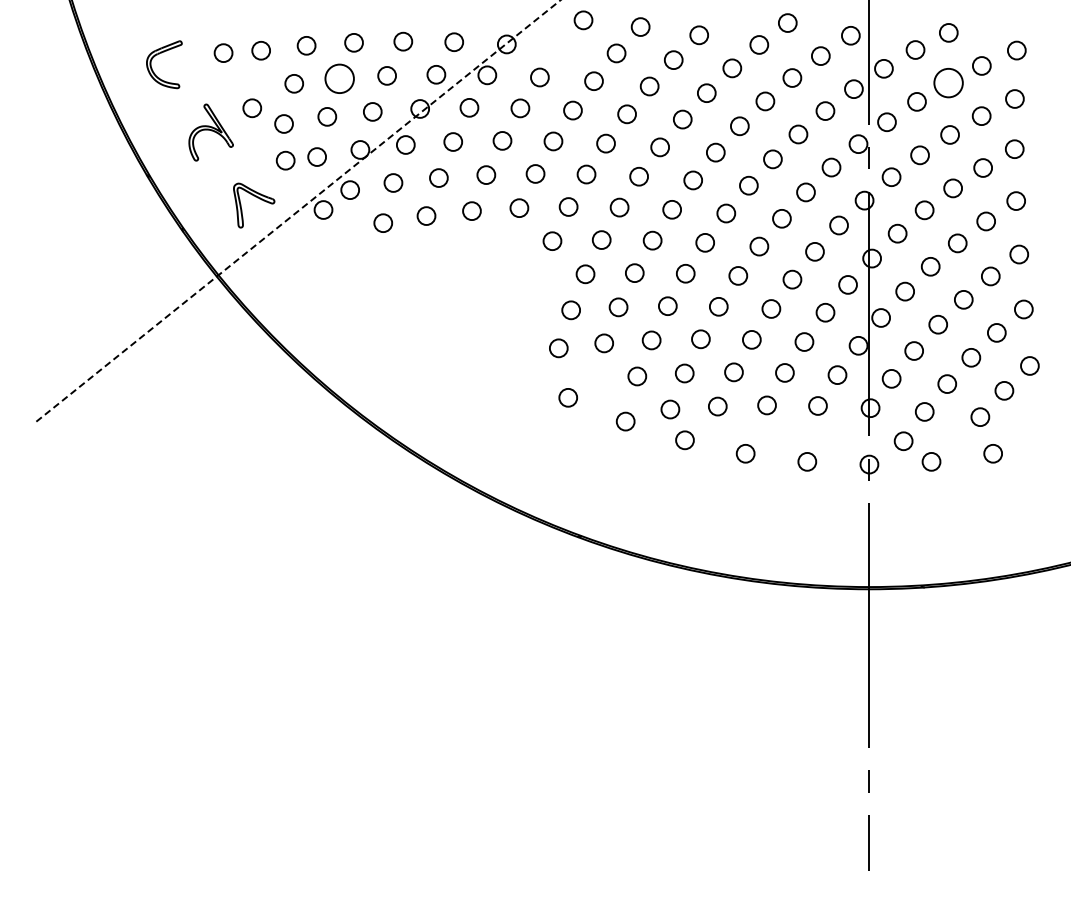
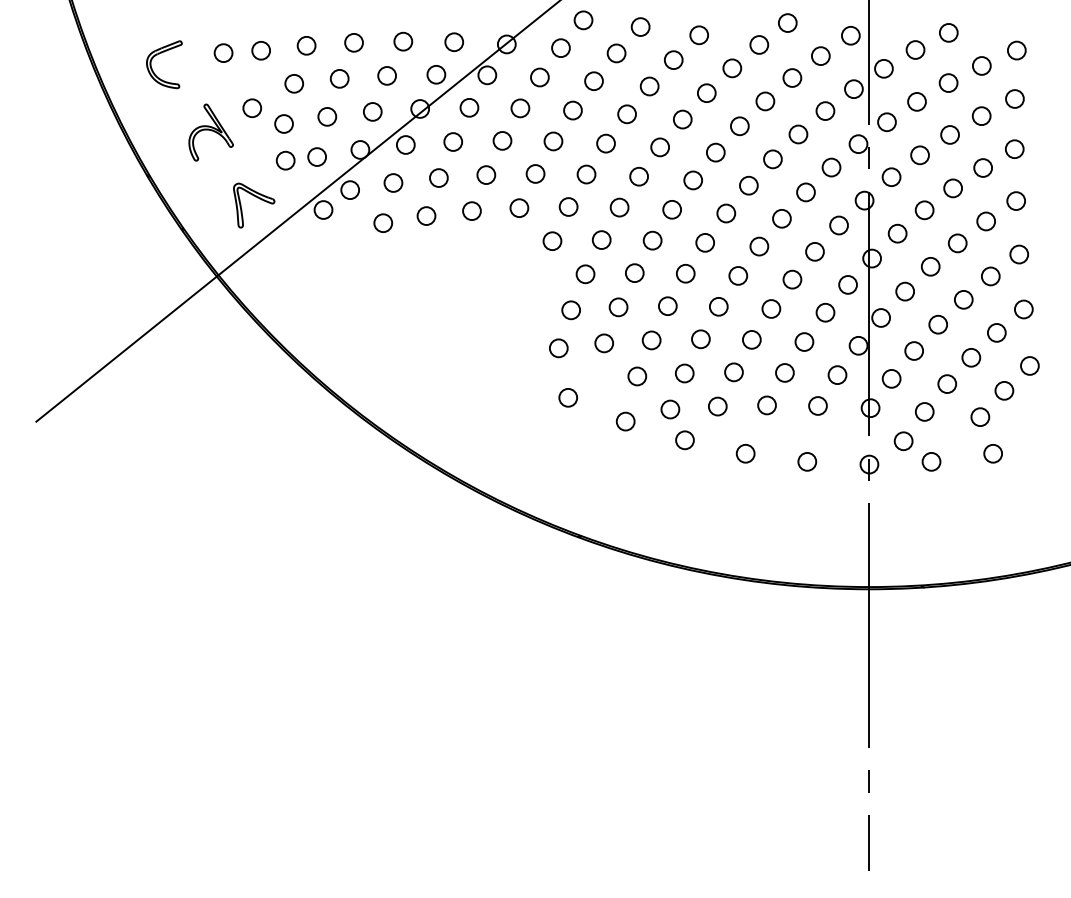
circle at (560, 47): none -> present
circle at (339, 78) diameter: 29 px -> 18 px
circle at (948, 82) diameter: 29 px -> 18 px
line at (298, 210): dashed -> solid
